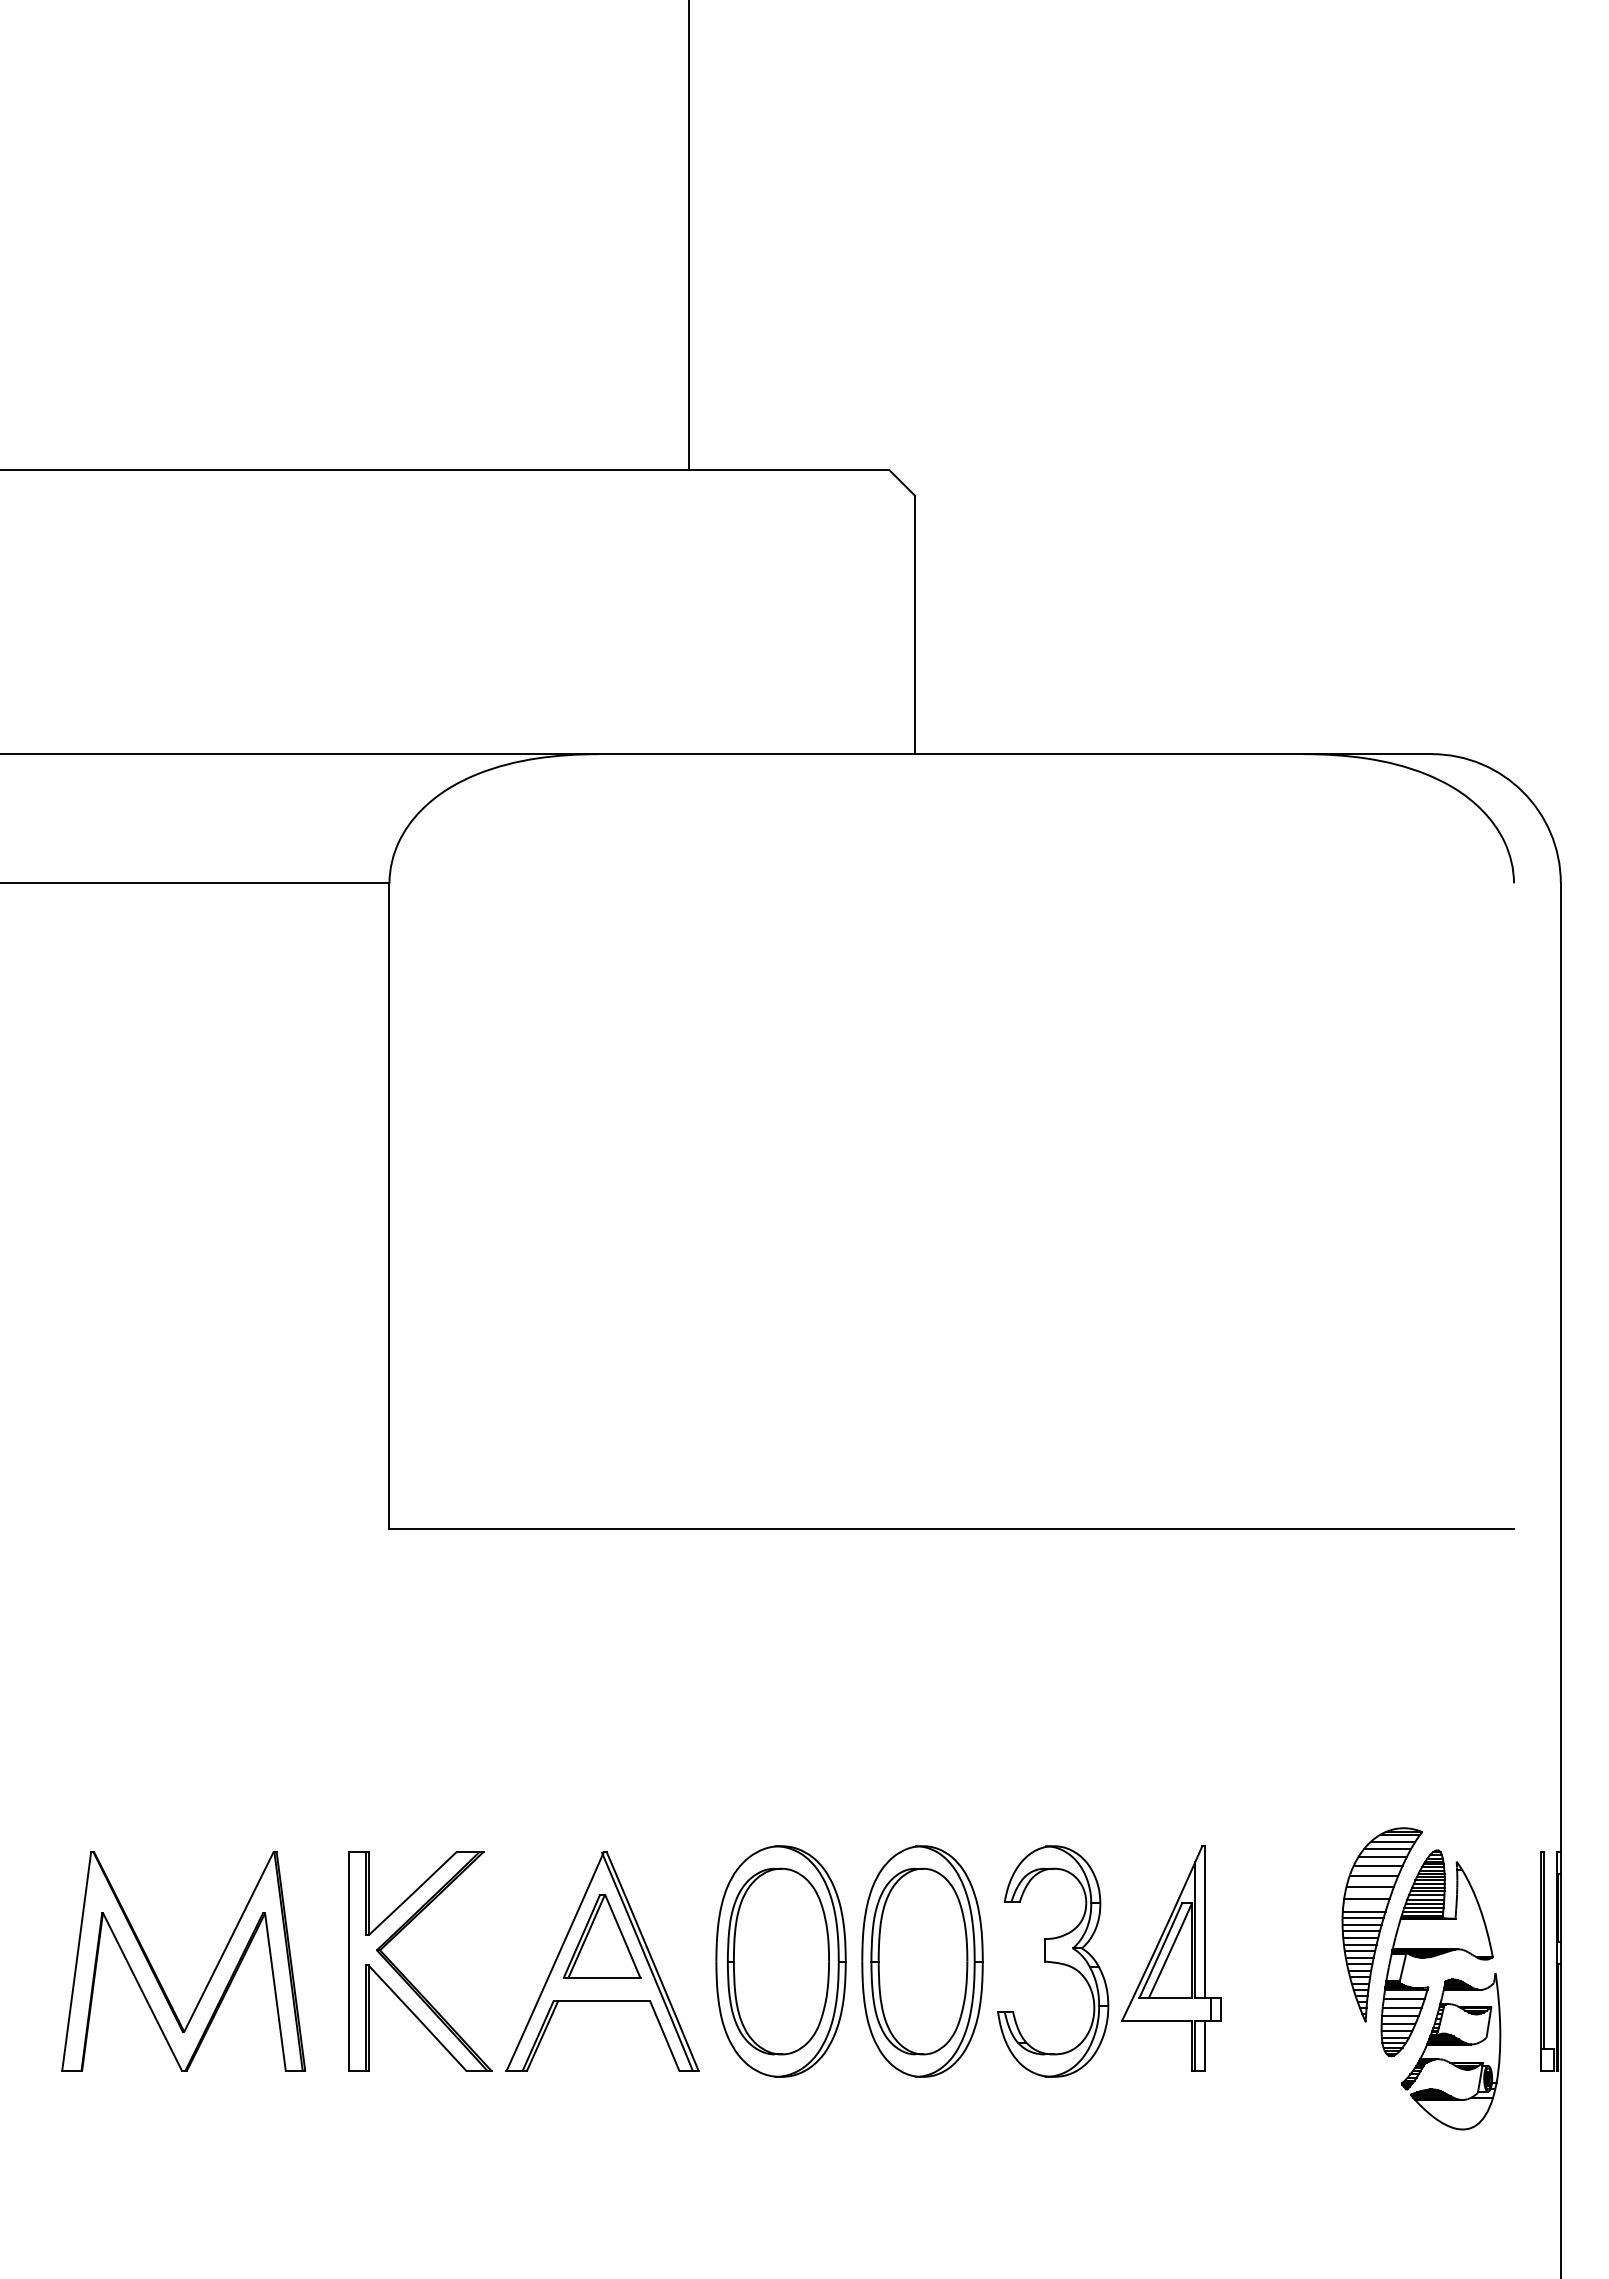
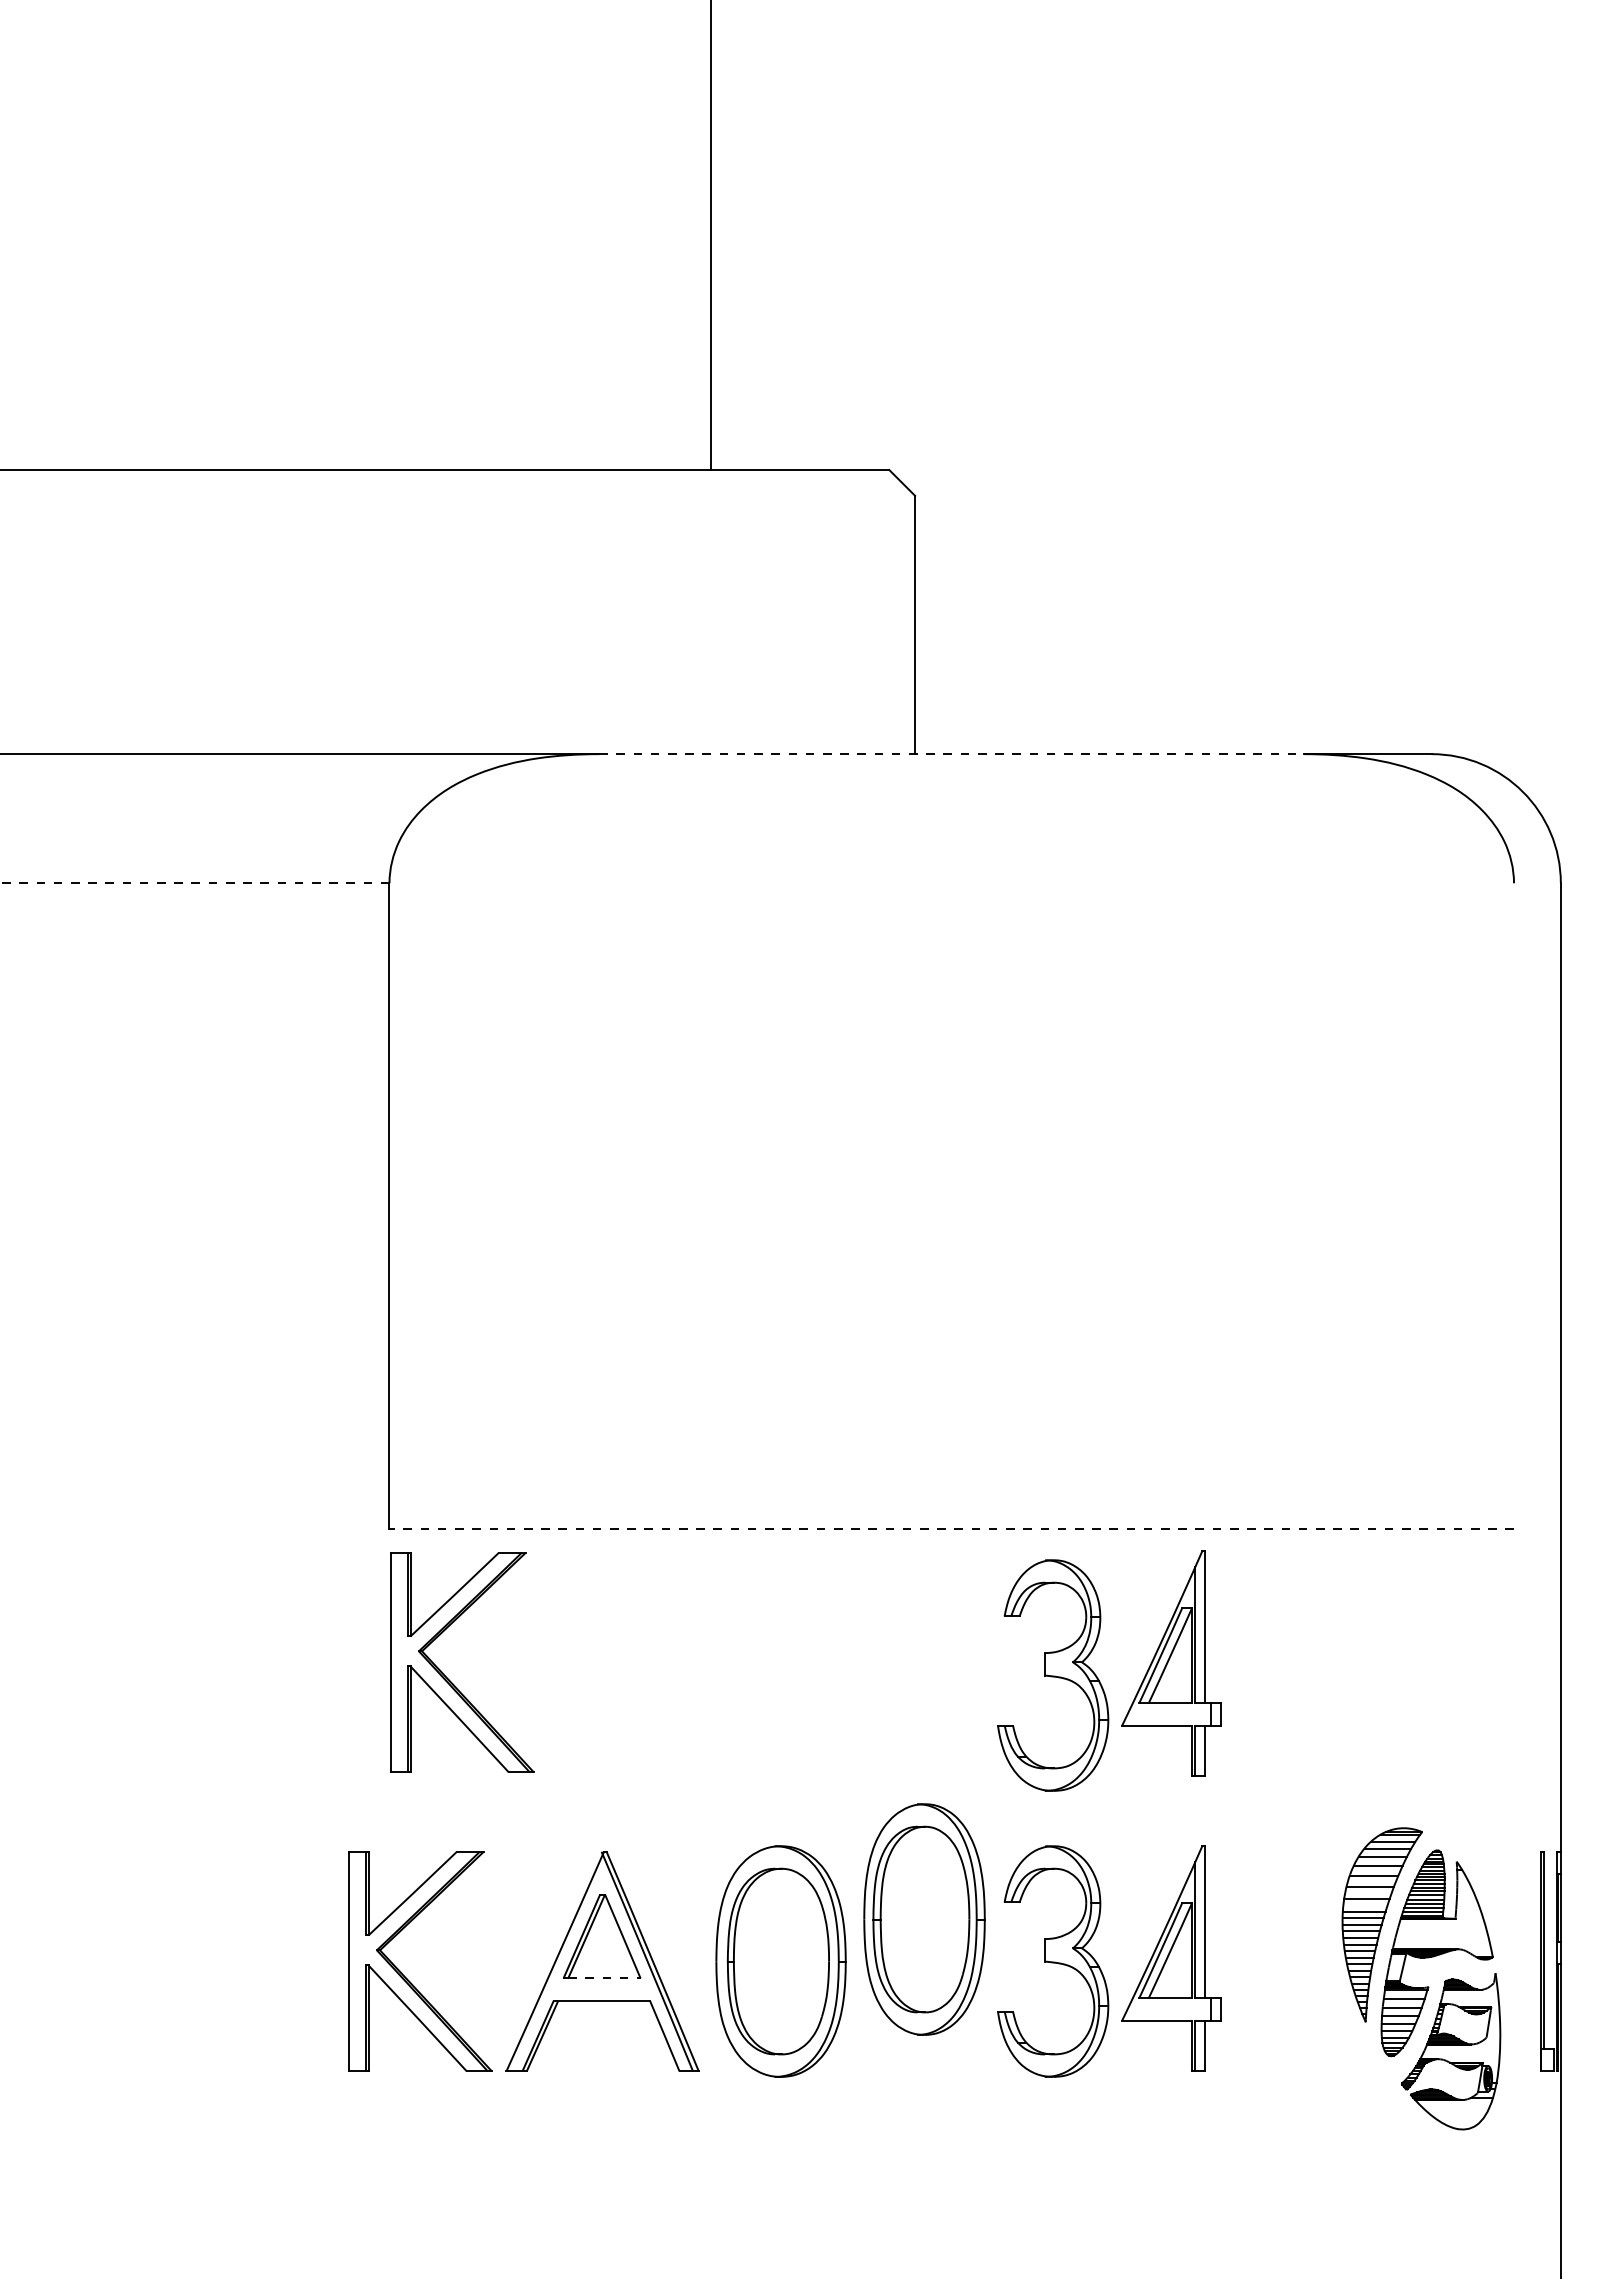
line at (689, 236) position: (689, 236) -> (711, 236)
line at (951, 754): solid -> dashed
line at (194, 883): solid -> dashed
line at (951, 1528): solid -> dashed
part at (1171, 1663): none -> present
part at (1053, 1675): none -> present
part at (447, 1677): none -> present
part at (922, 1961) position: (922, 1961) -> (924, 1919)
part at (157, 1975): present -> none
line at (604, 1978): solid -> dashed
